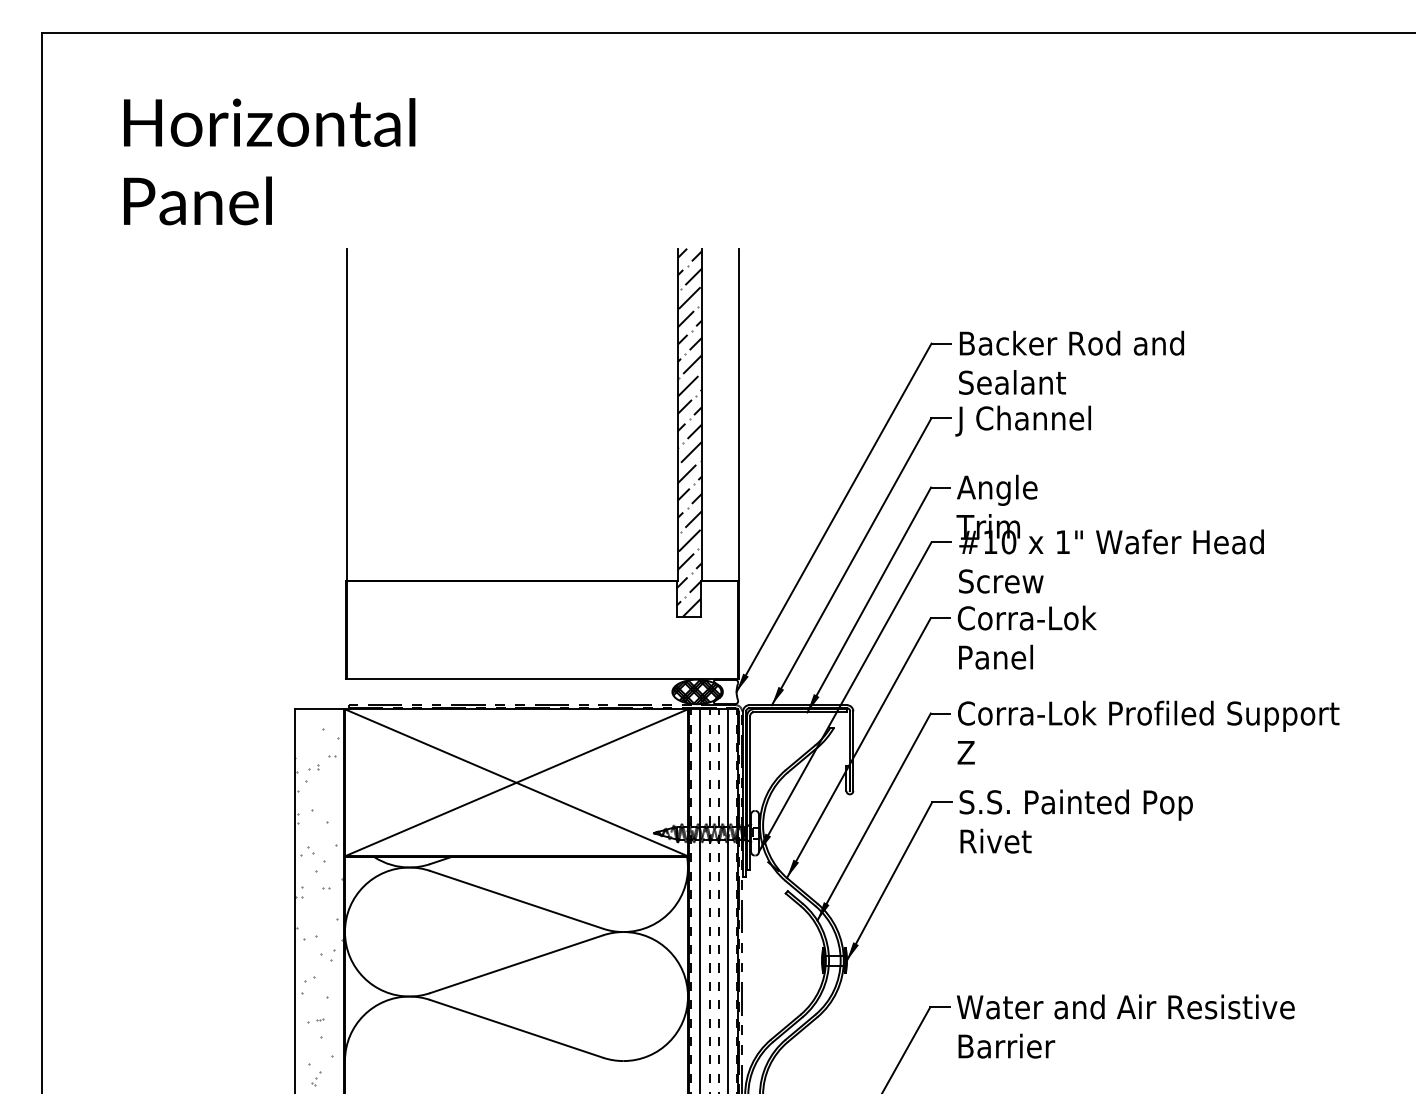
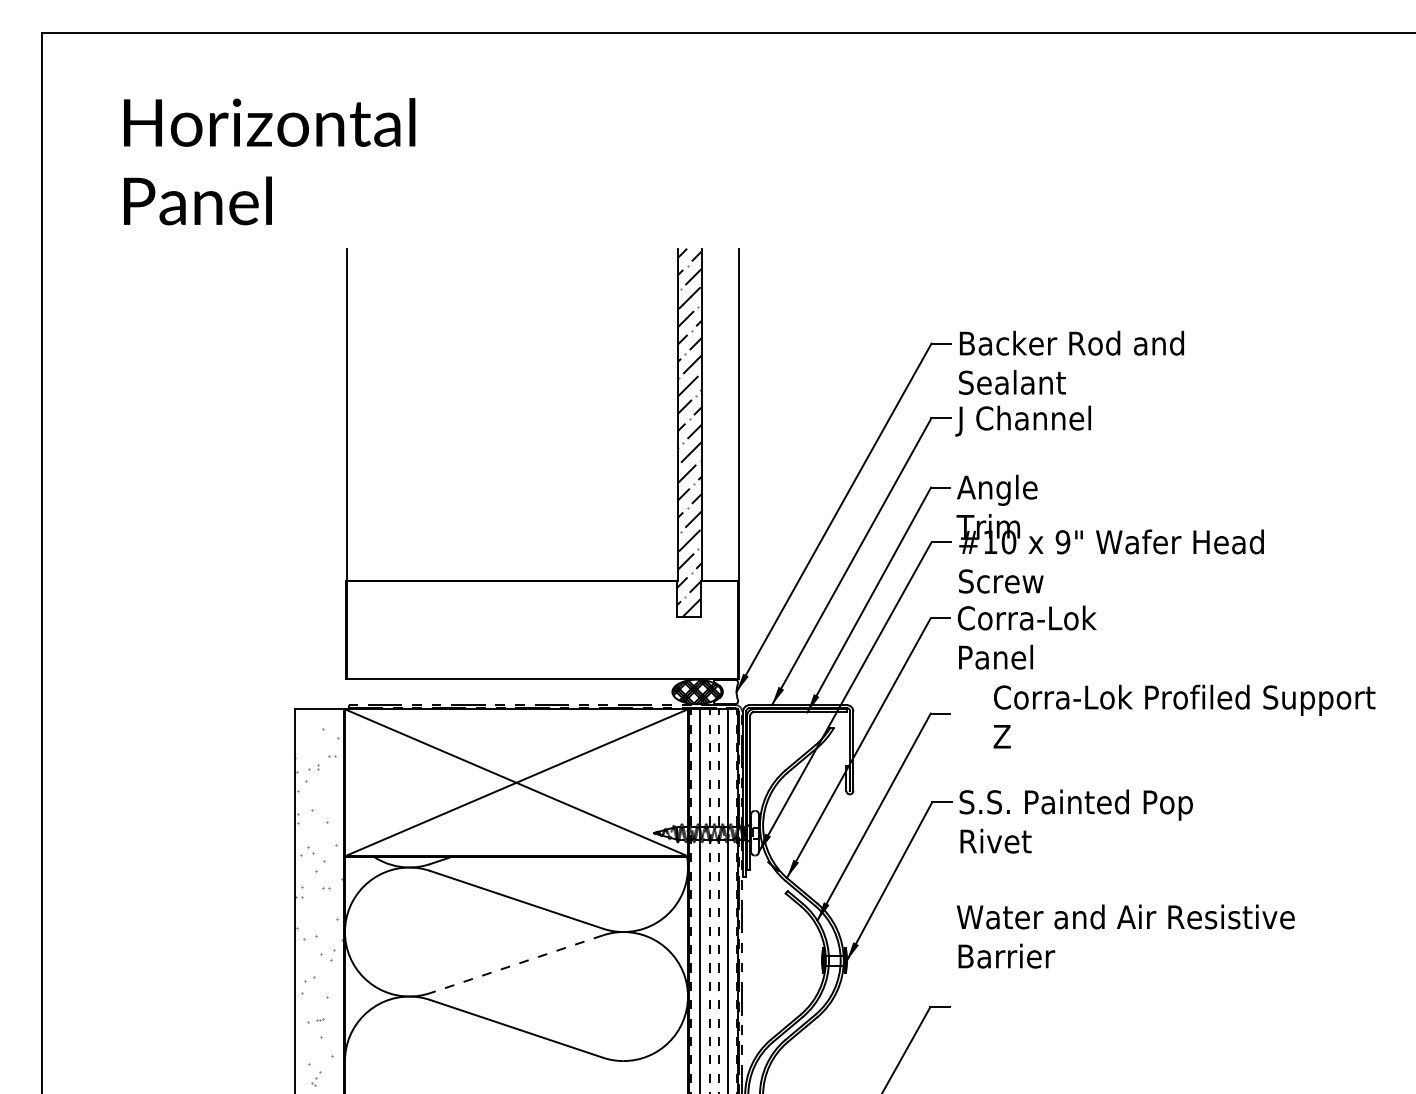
text at (1062, 542): 1" -> 9"
text at (1148, 732) position: (1148, 732) -> (1184, 716)
line at (516, 964): solid -> dashed
text at (1125, 1026) position: (1125, 1026) -> (1125, 936)
